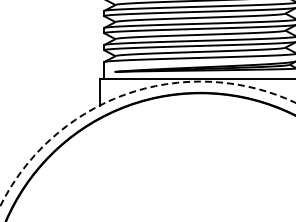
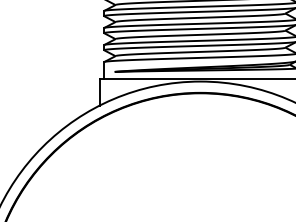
circle at (147, 143): dashed -> solid
